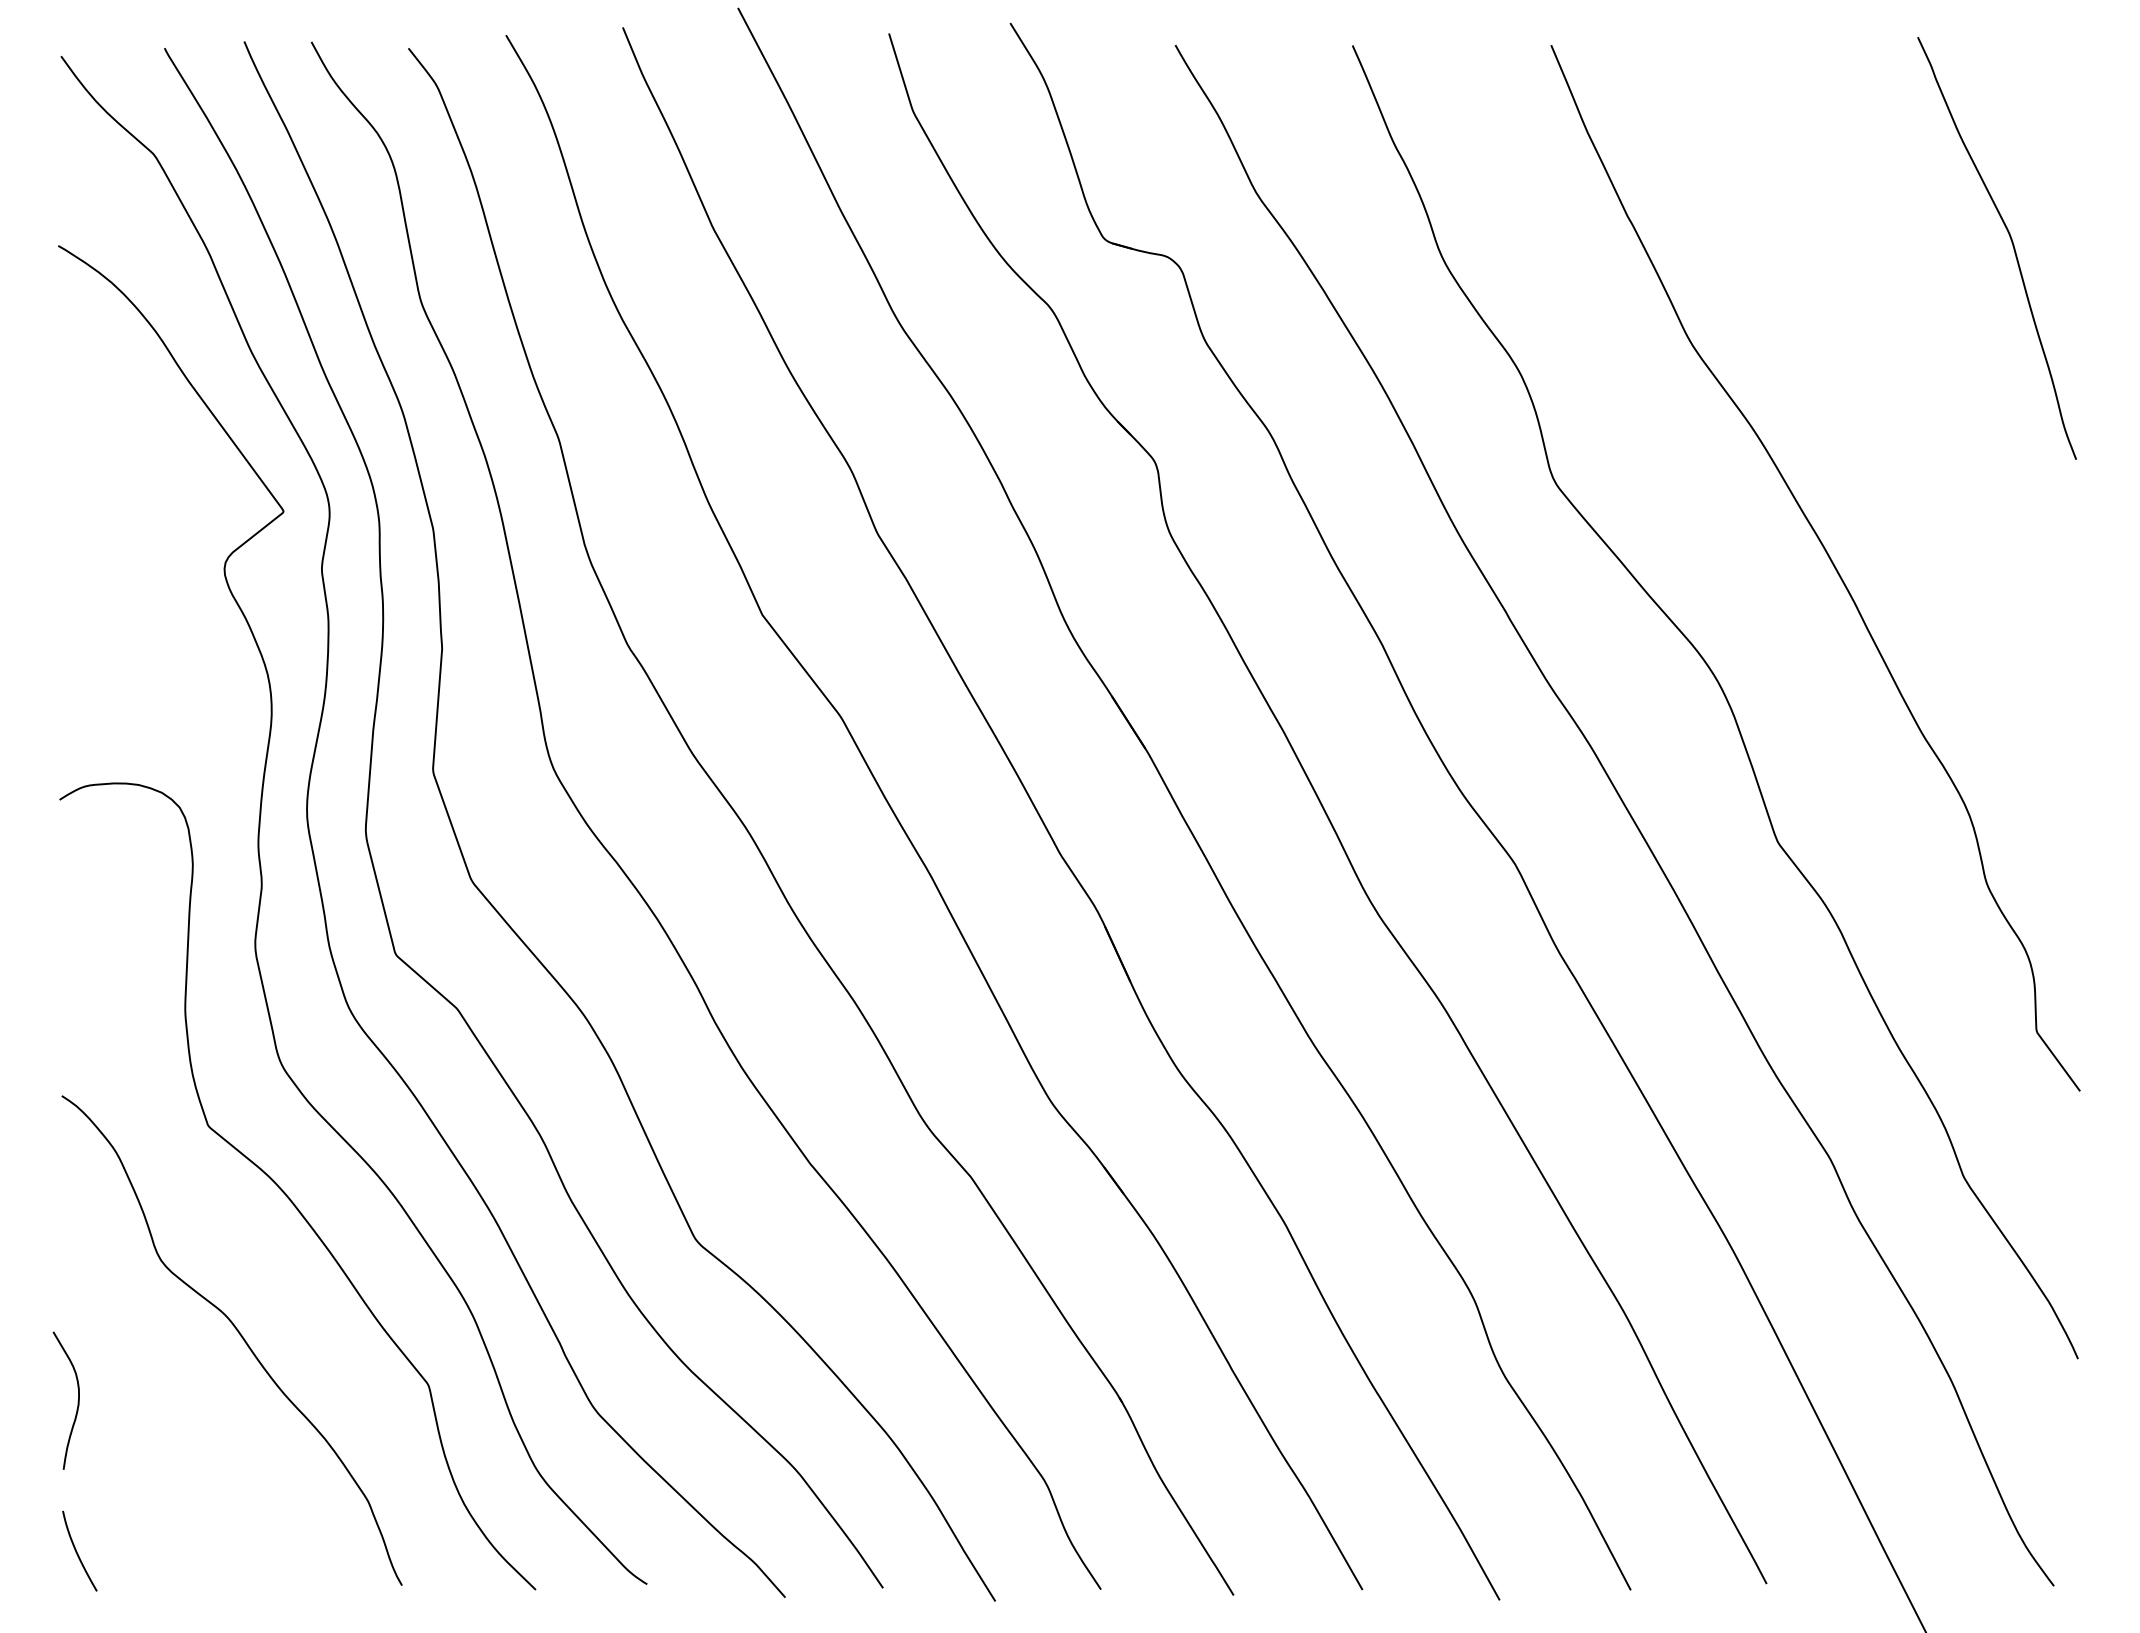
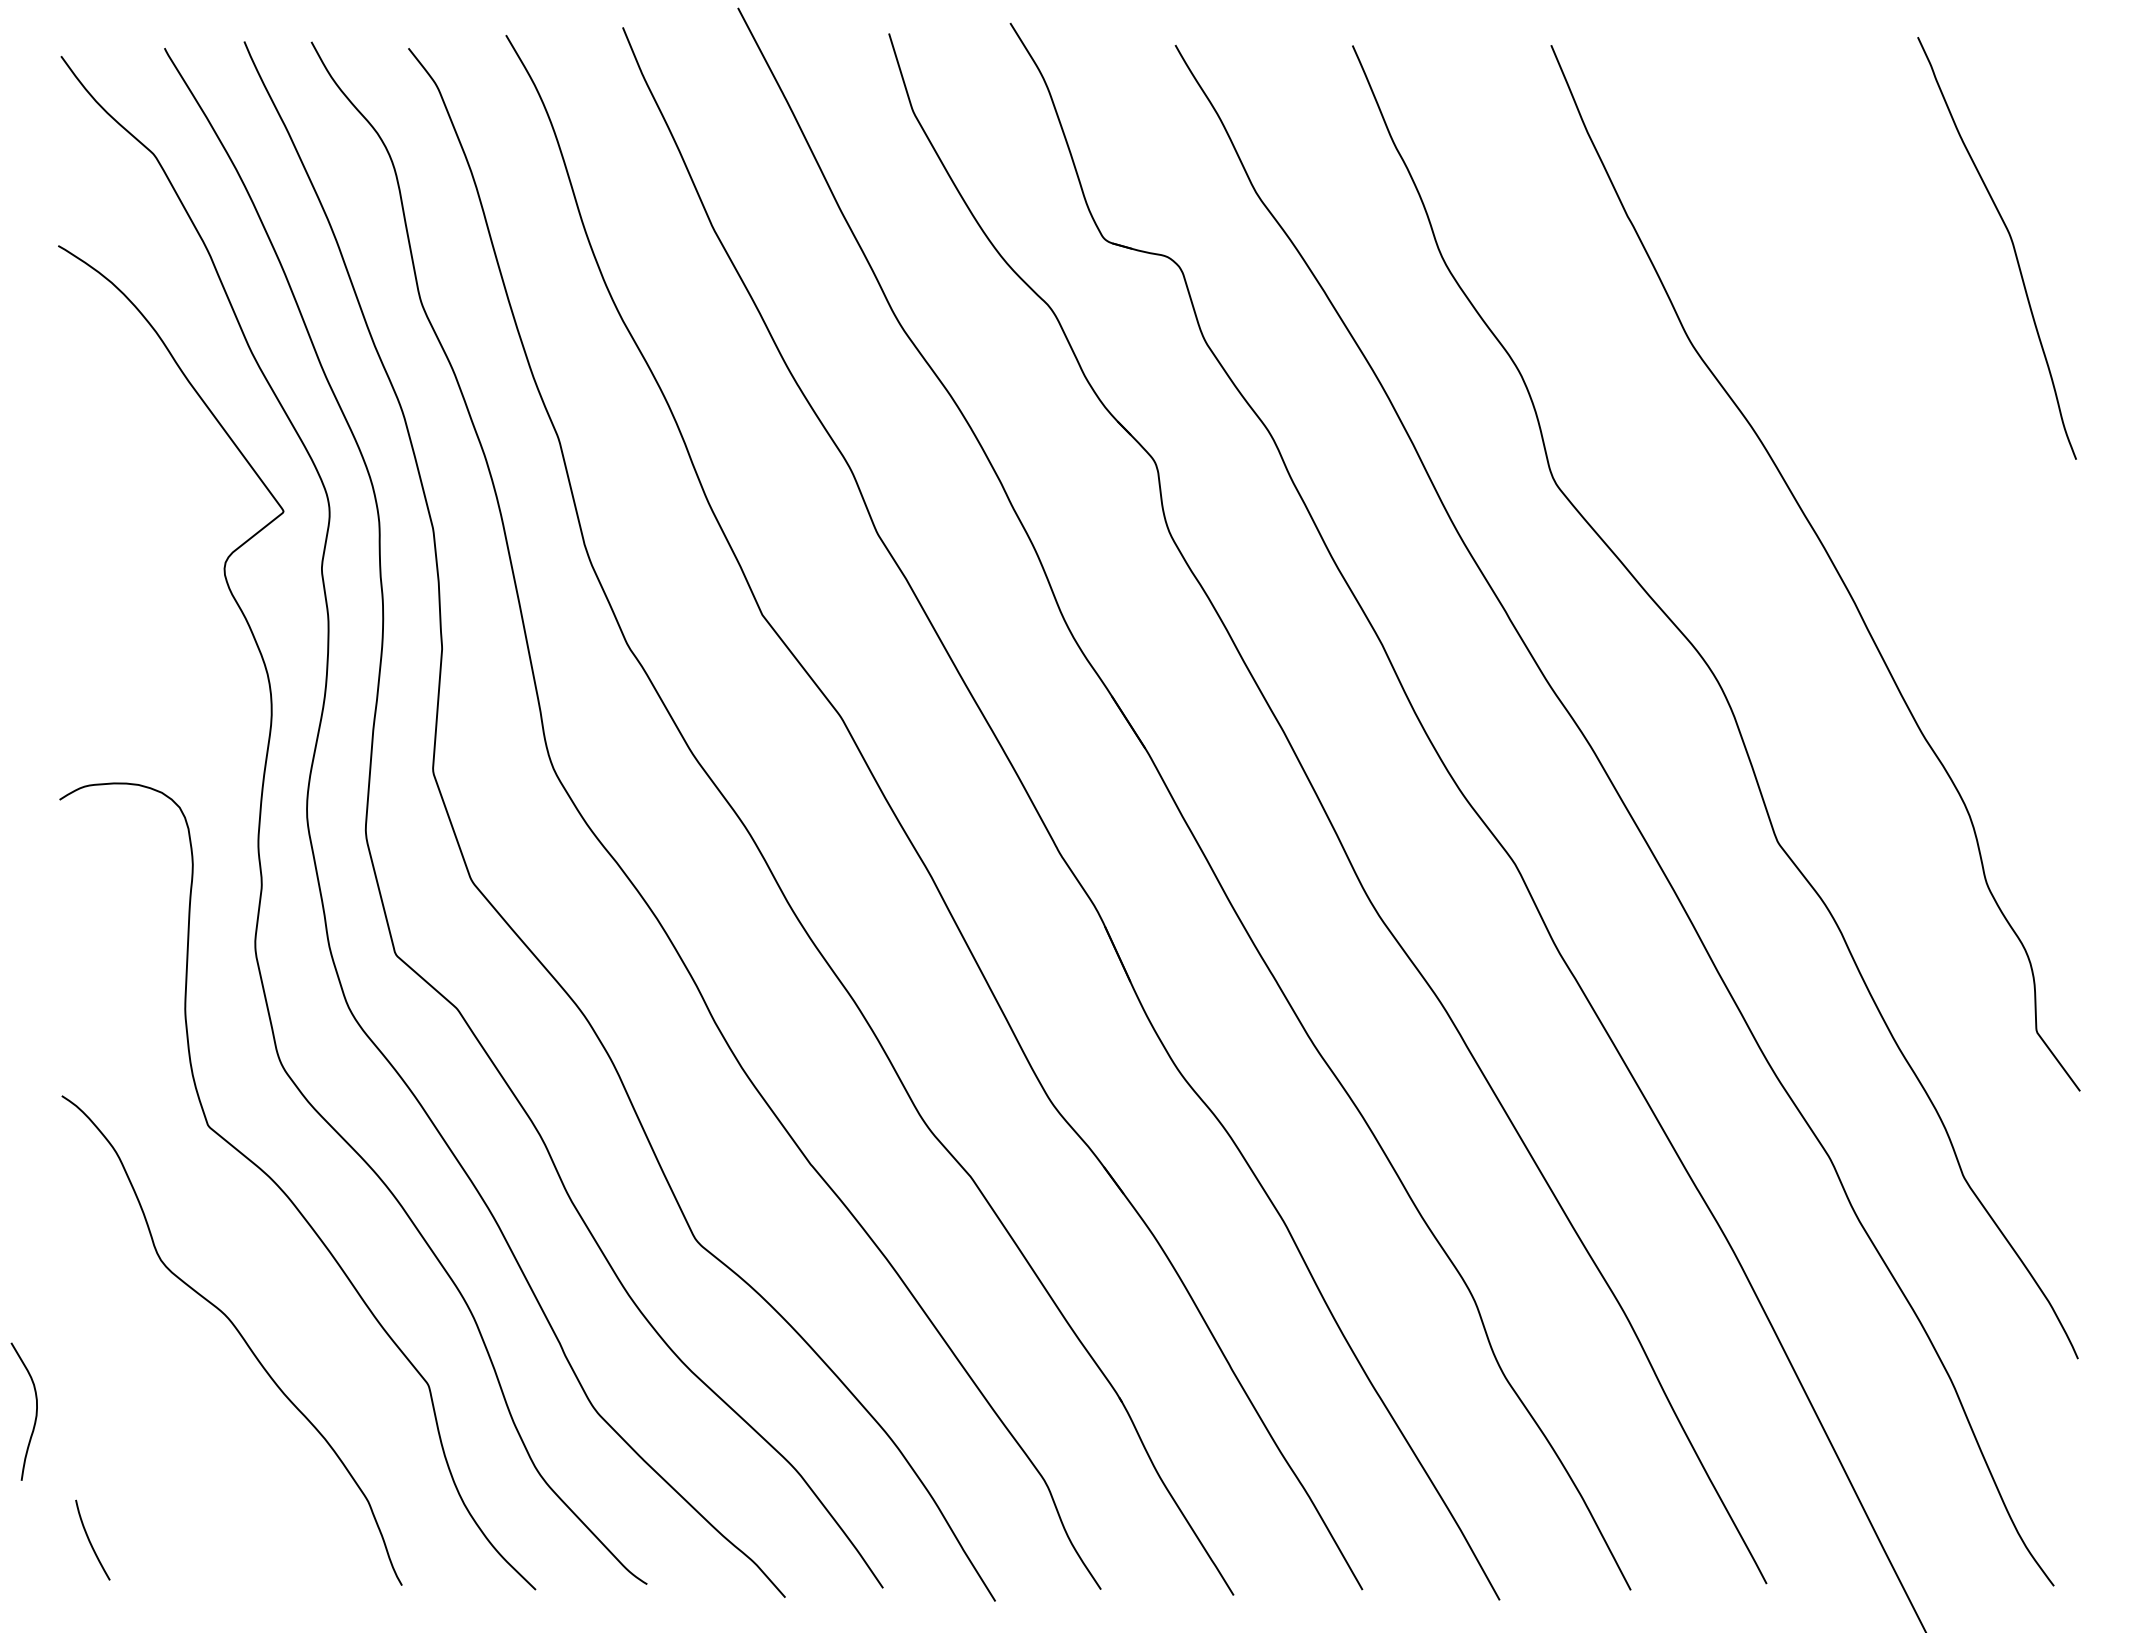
curve at (77, 1401) position: (77, 1401) -> (35, 1412)
curve at (77, 1551) position: (77, 1551) -> (90, 1540)
